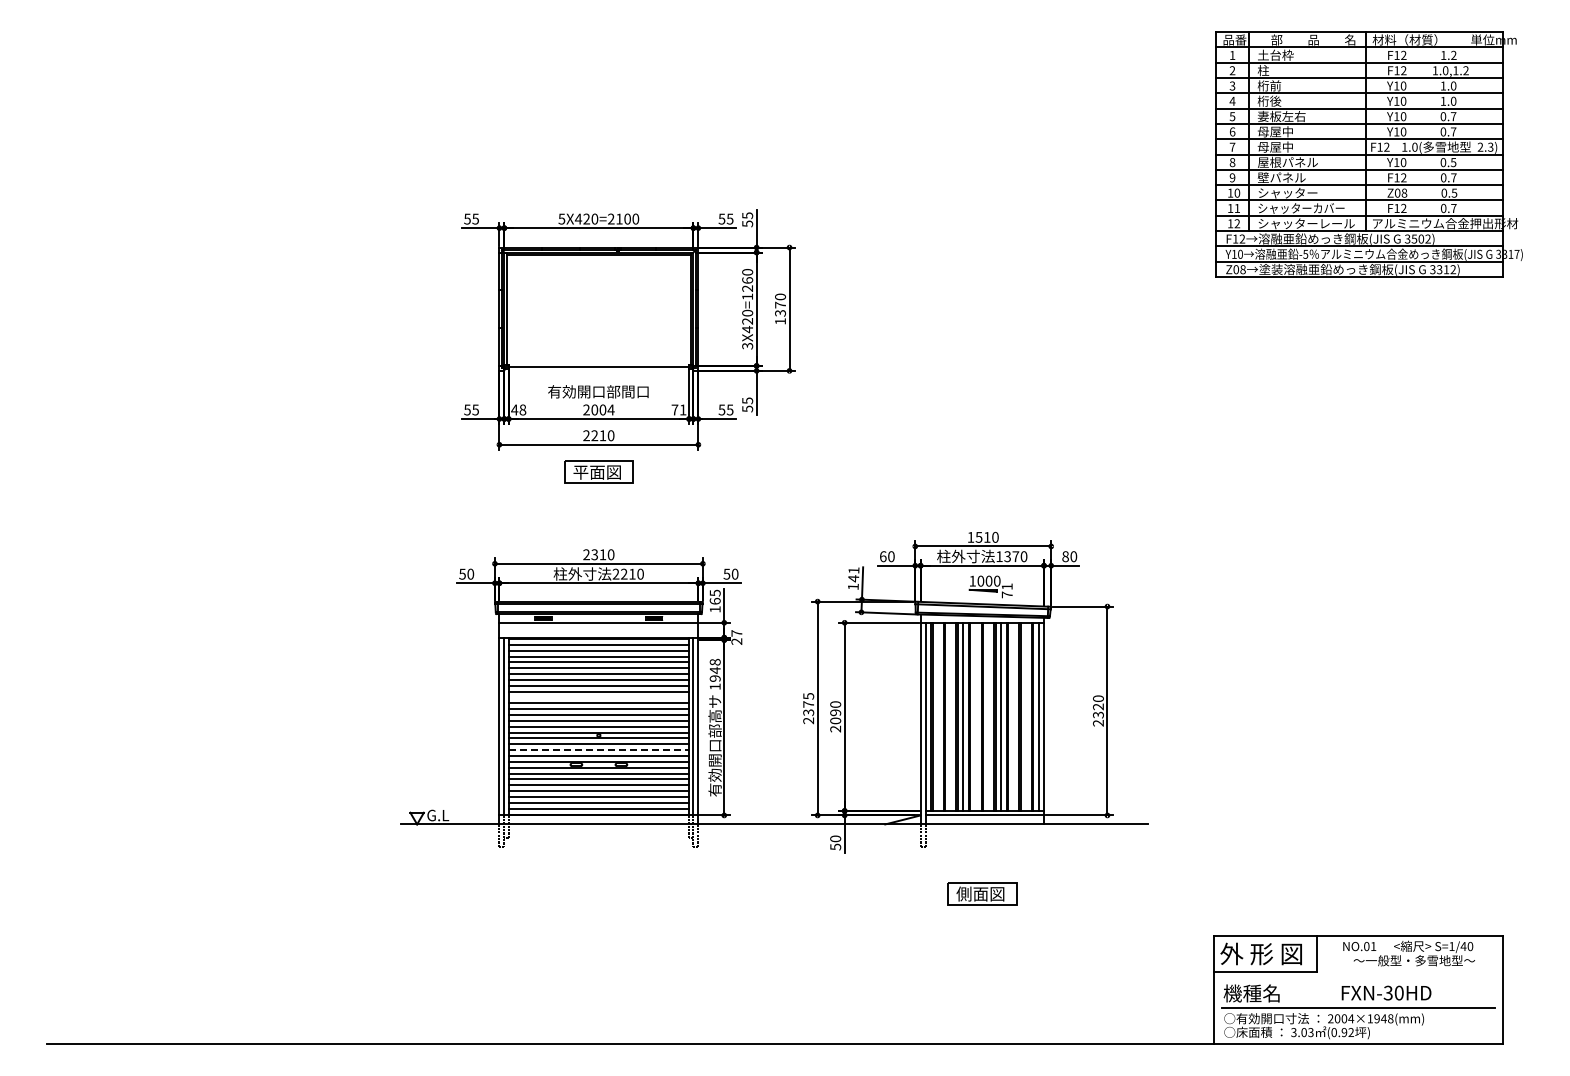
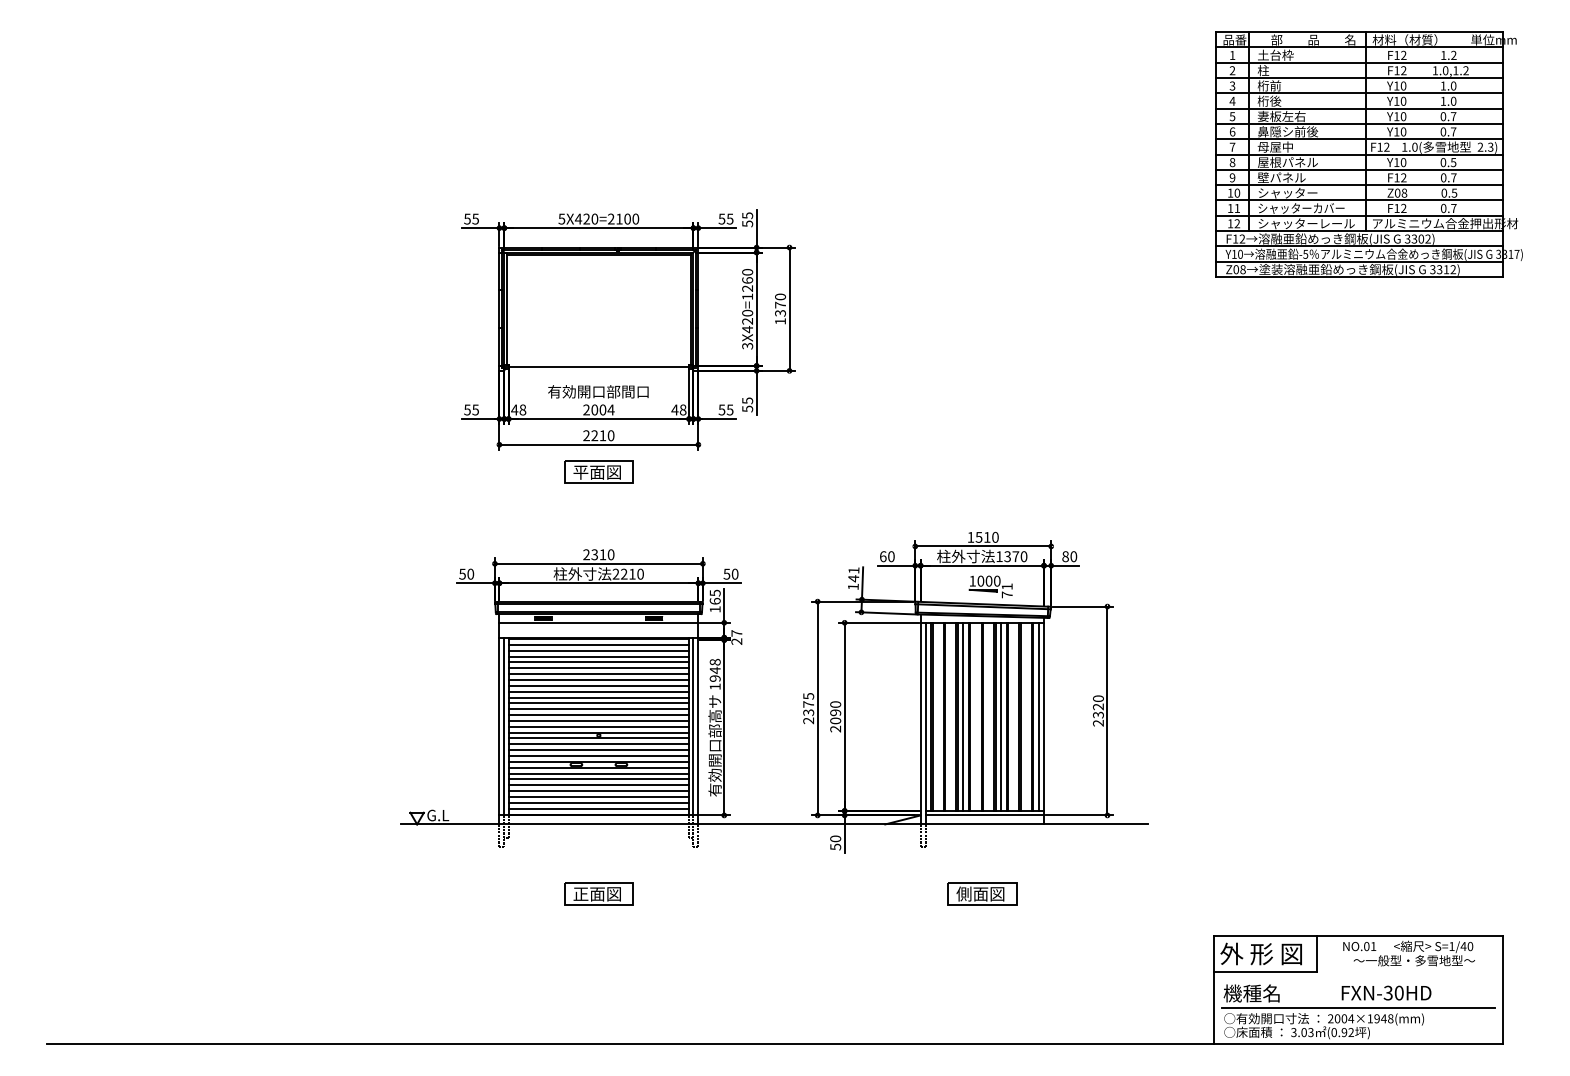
text at (1287, 131): 母屋中 -> 鼻隠シ前後
text at (1414, 238): 3502) -> 3302)
text at (678, 409): 71 -> 48
line at (598, 697): none -> present
line at (599, 750): dashed -> solid
part at (598, 893): none -> present
